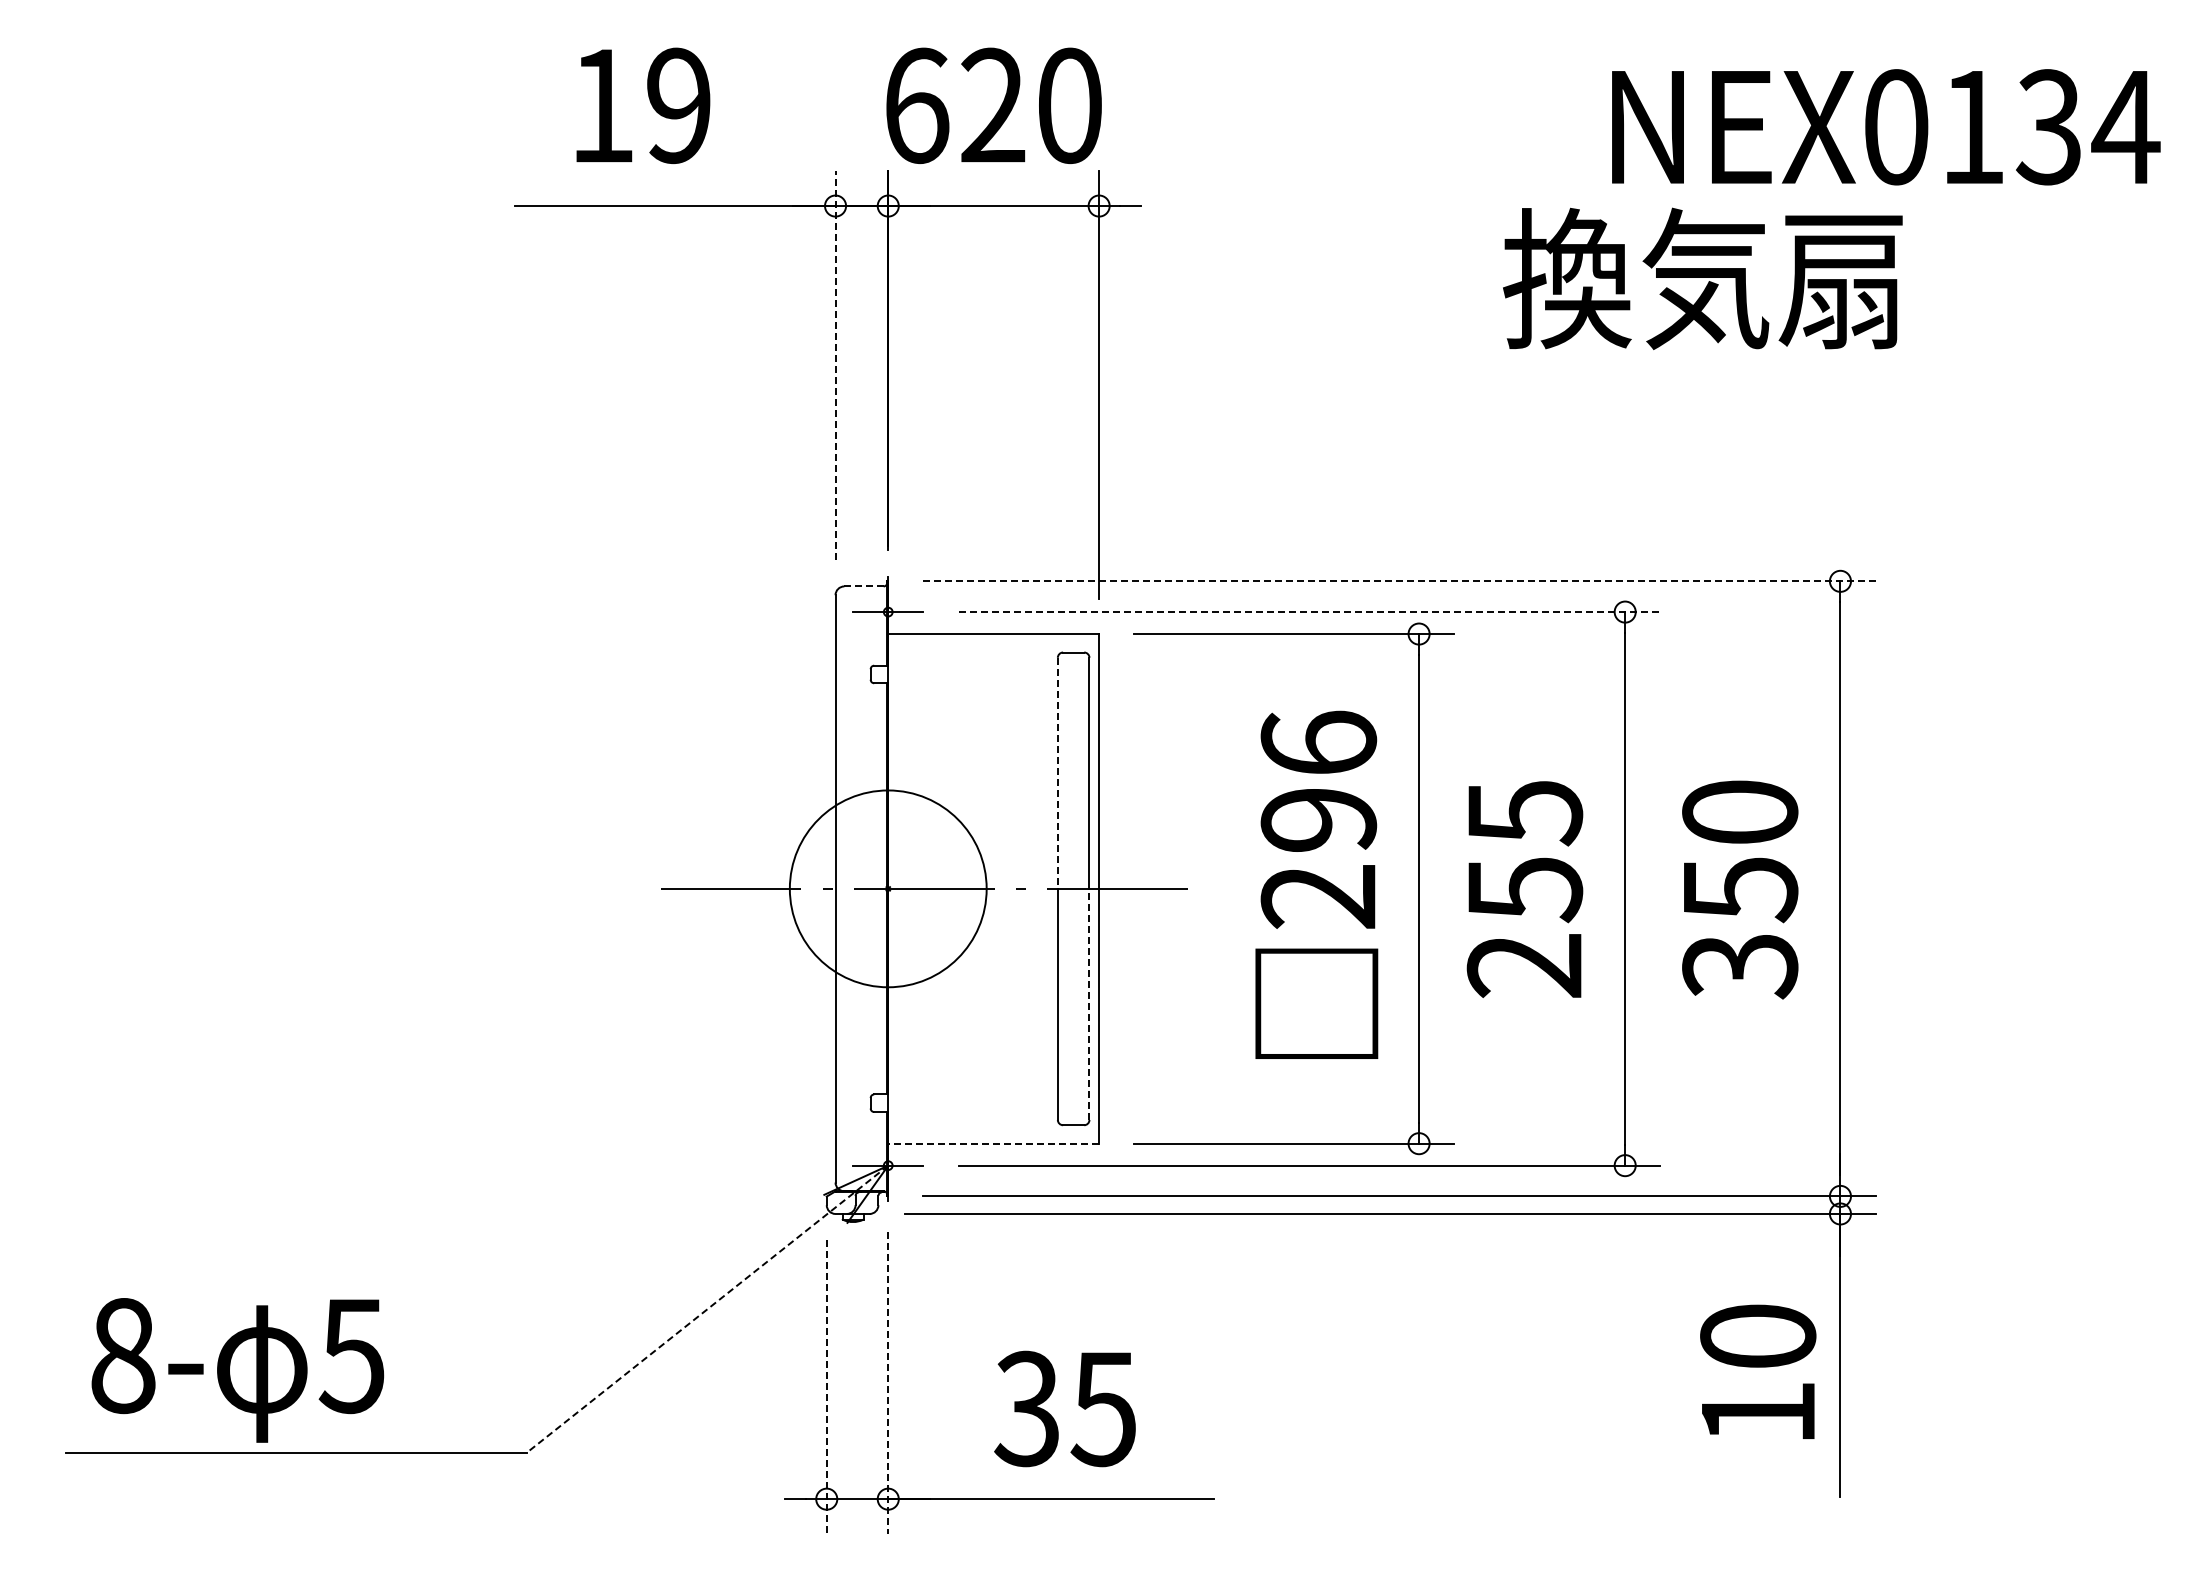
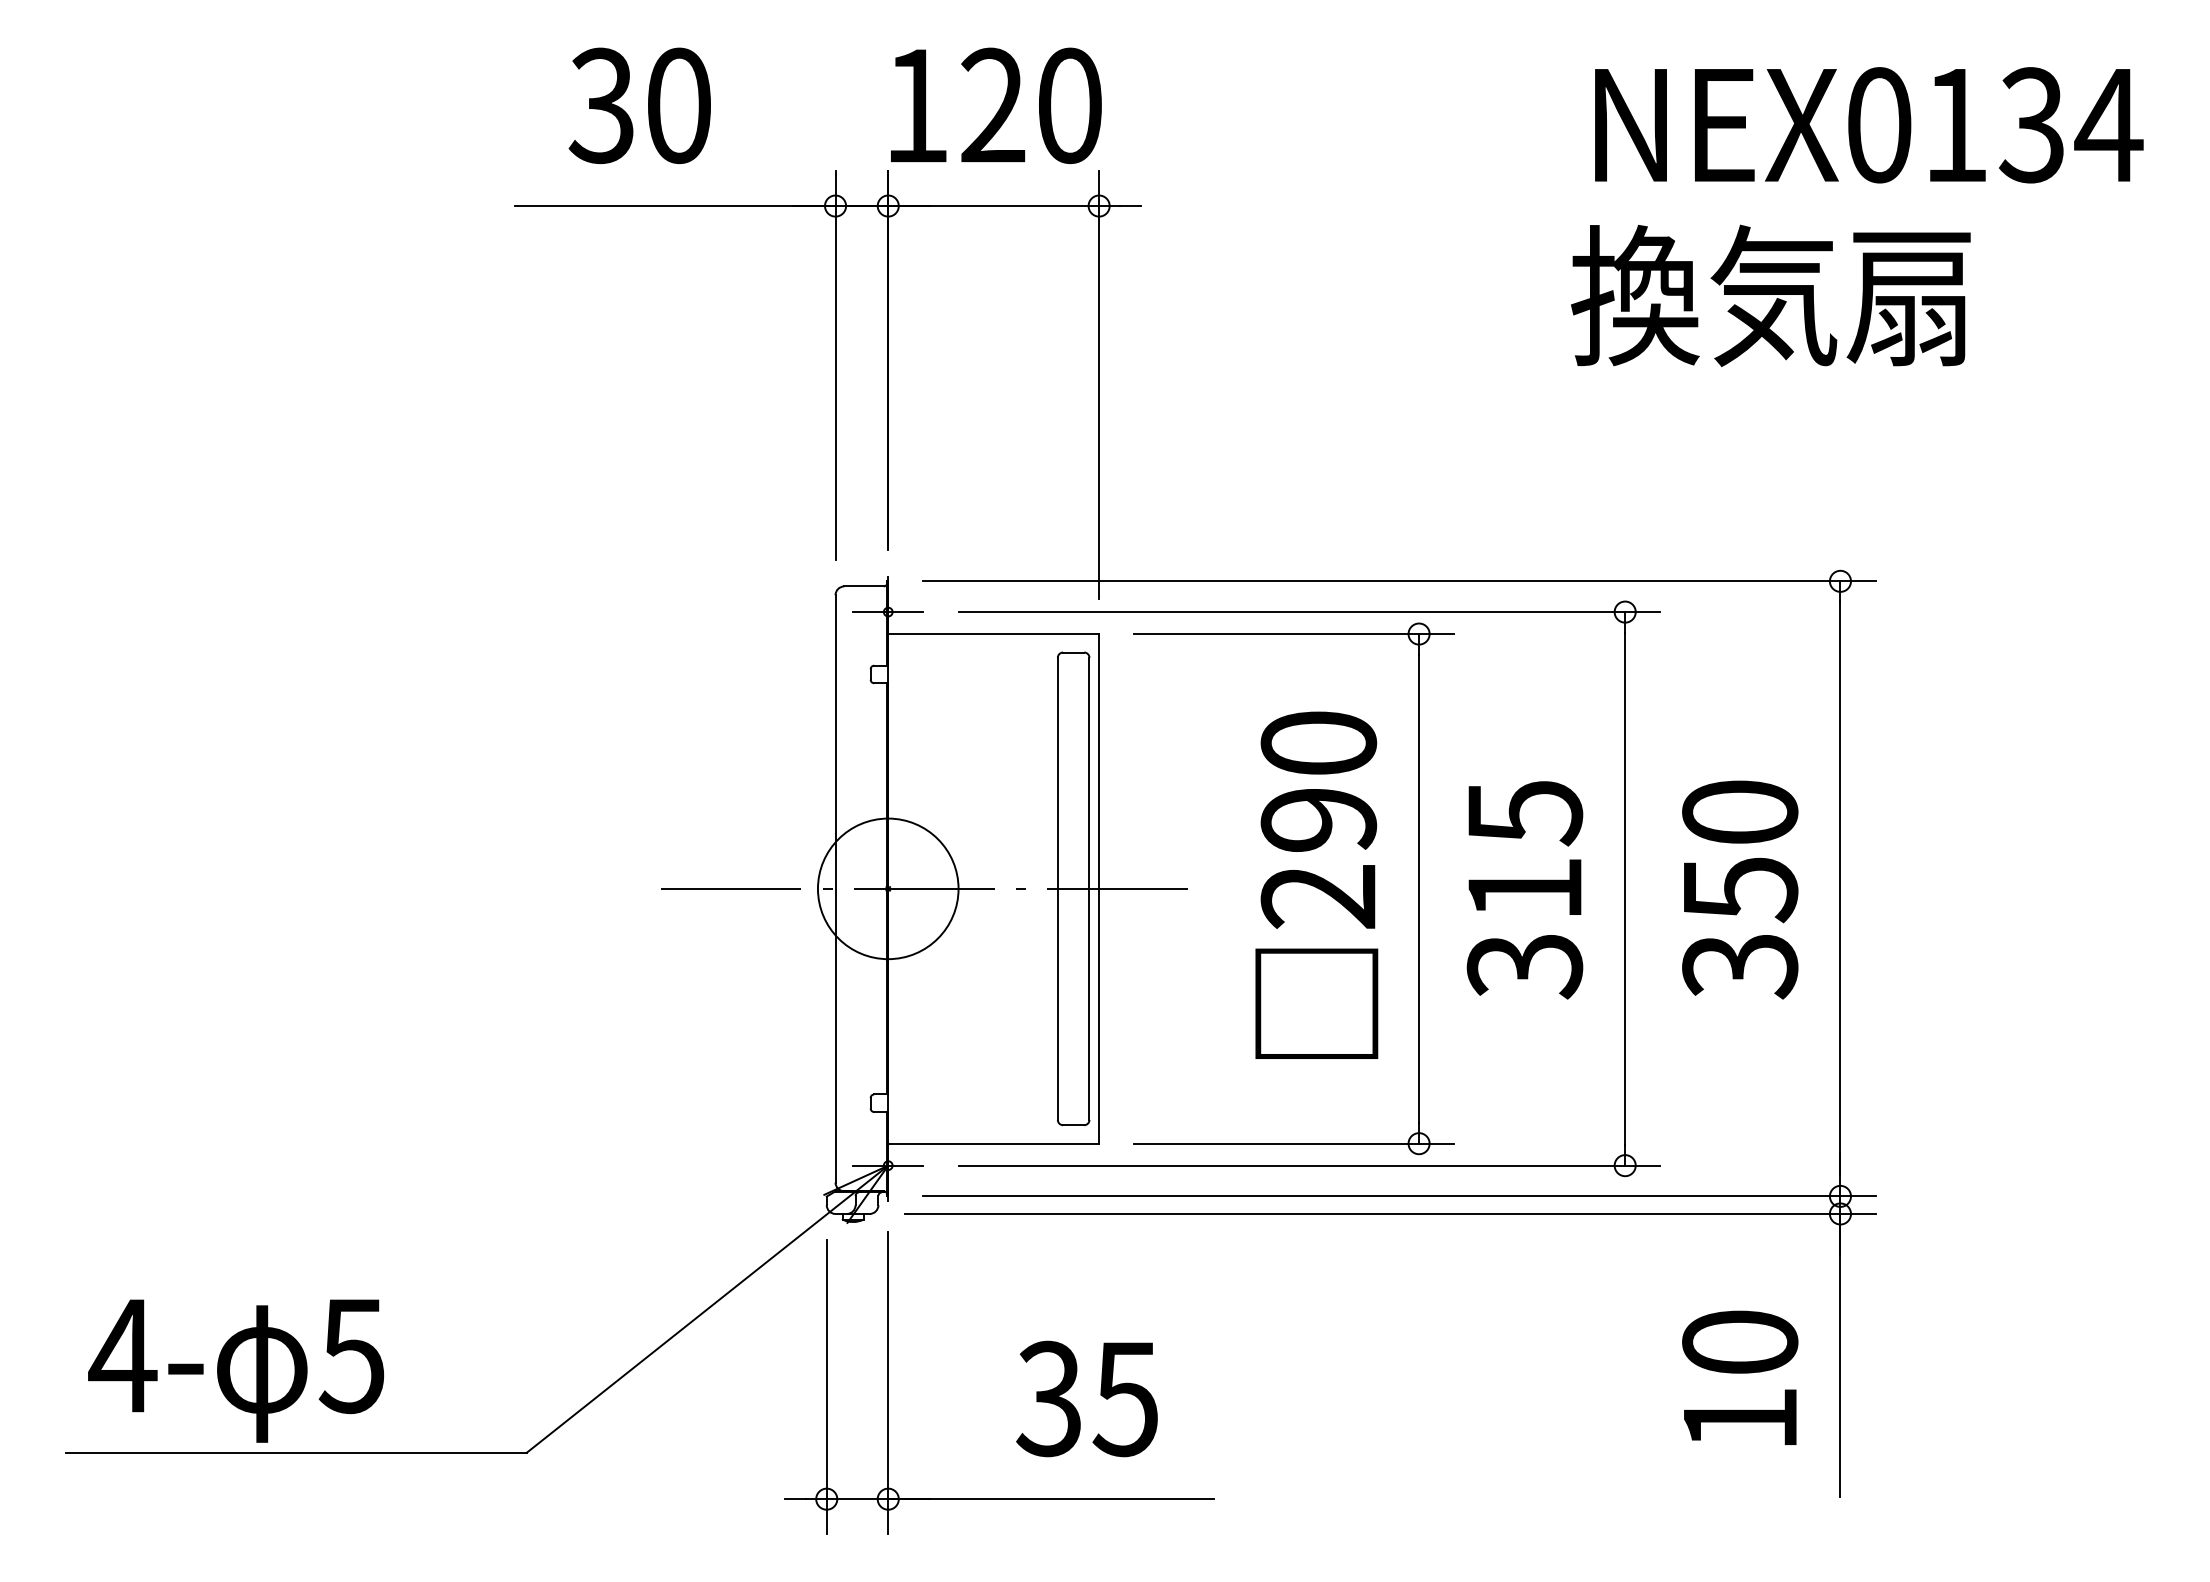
text at (639, 105): 19 -> 30
text at (917, 105): 620 -> 120
text at (1886, 127) position: (1886, 127) -> (1869, 125)
text at (1702, 278) position: (1702, 278) -> (1770, 295)
line at (835, 365): dashed -> solid
line at (1400, 581): dashed -> solid
line at (864, 586): dashed -> solid
line at (1309, 612): dashed -> solid
text at (1318, 742): 296 -> 290
line at (1057, 773): dashed -> solid
circle at (887, 888) diameter: 197 px -> 141 px
text at (1525, 928): 255 -> 315
line at (1089, 1004): dashed -> solid
line at (993, 1143): dashed -> solid
line at (707, 1309): dashed -> solid
text at (122, 1356): 8- -> 4-
text at (1758, 1371) position: (1758, 1371) -> (1740, 1377)
line at (888, 1383): dashed -> solid
line at (826, 1387): dashed -> solid
text at (1064, 1408) position: (1064, 1408) -> (1086, 1398)
